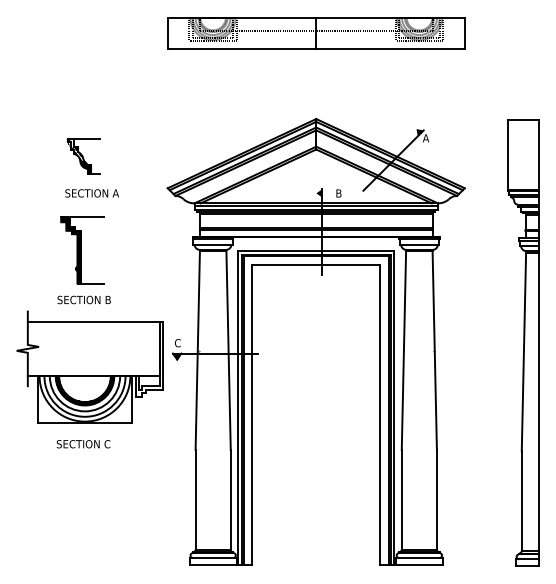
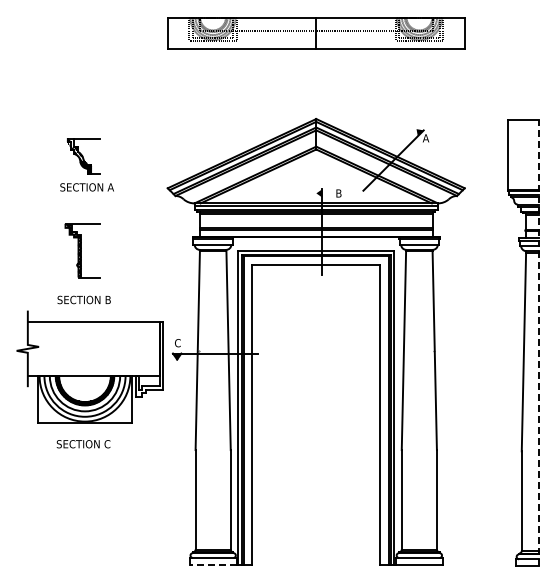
text at (91, 193) position: (91, 193) -> (86, 187)
part at (82, 250) size: 45x69 px -> 37x56 px
line at (539, 342): solid -> dashed
line at (213, 565): solid -> dashed
